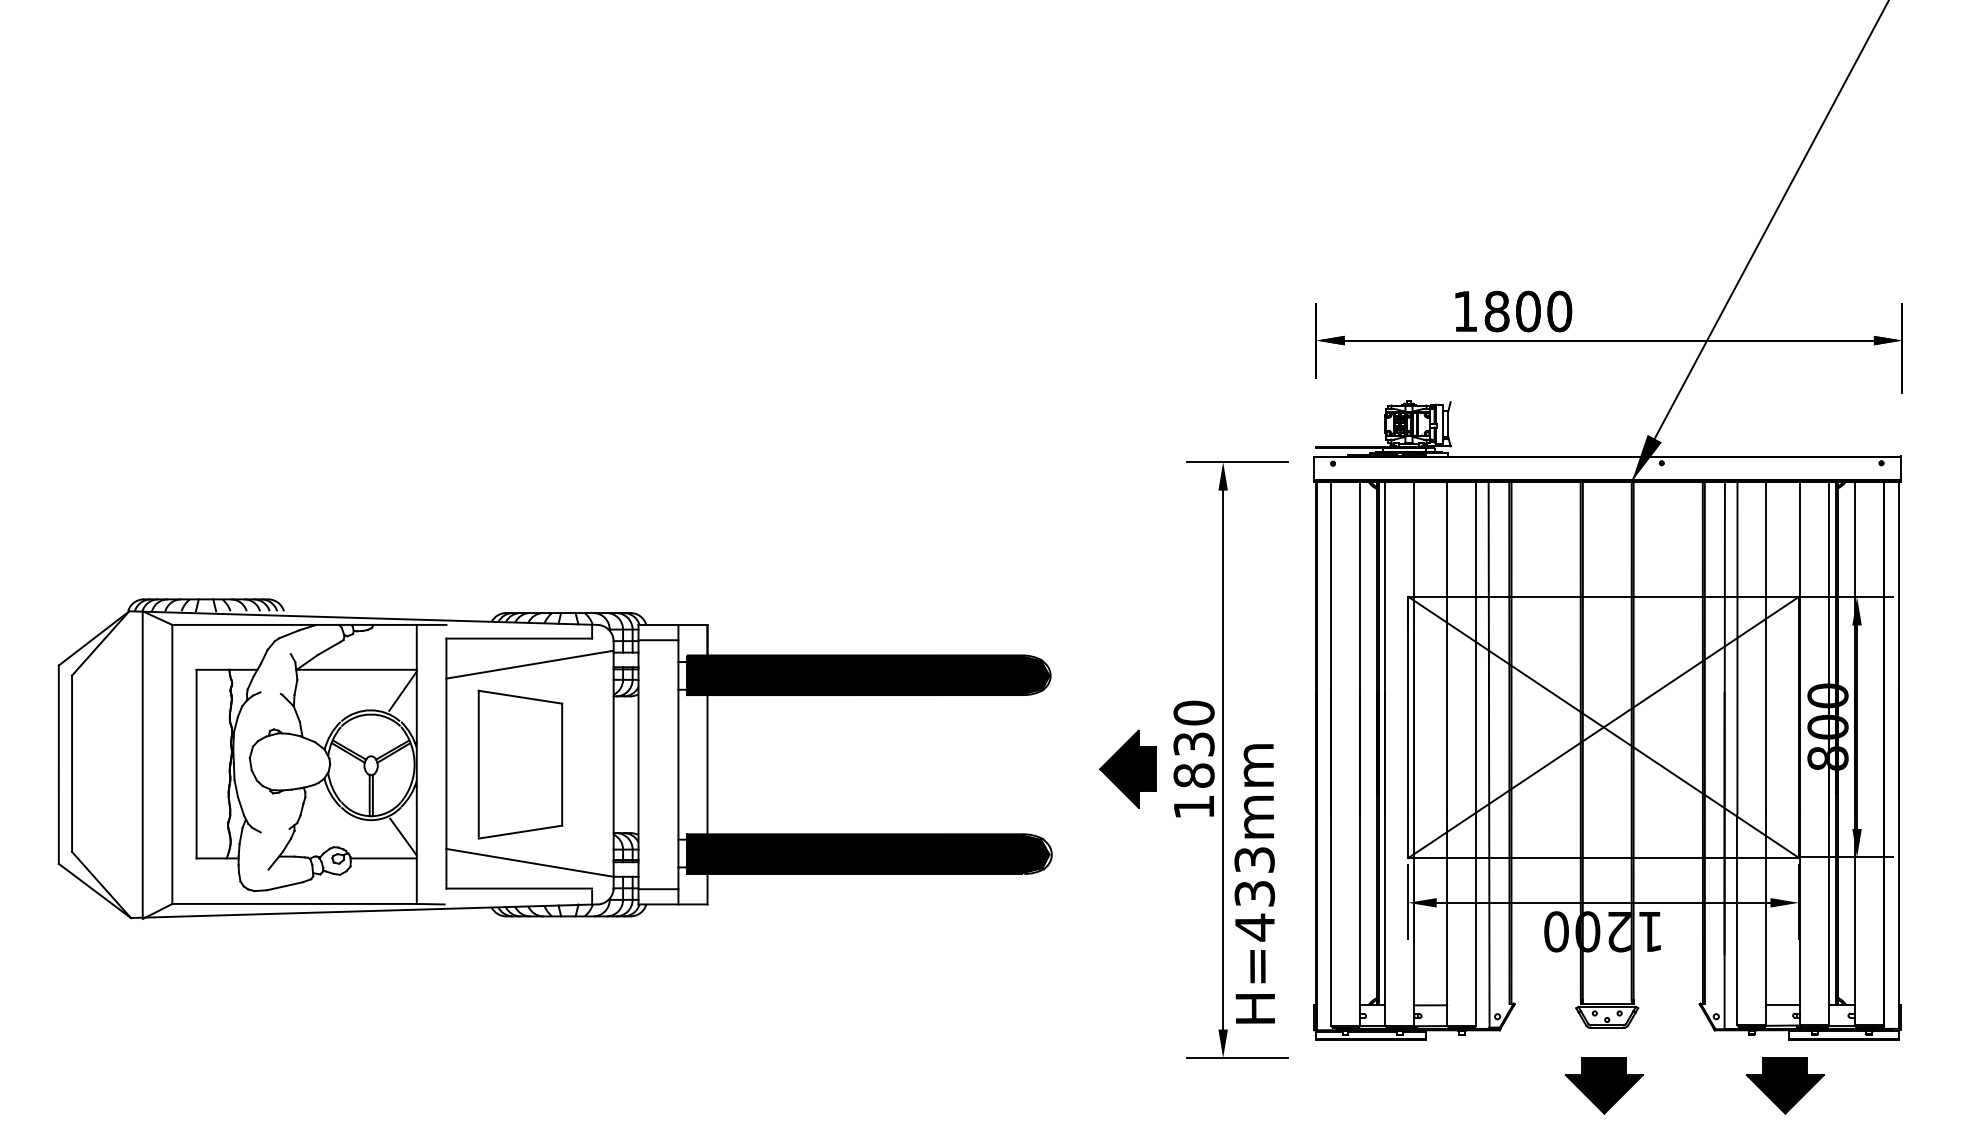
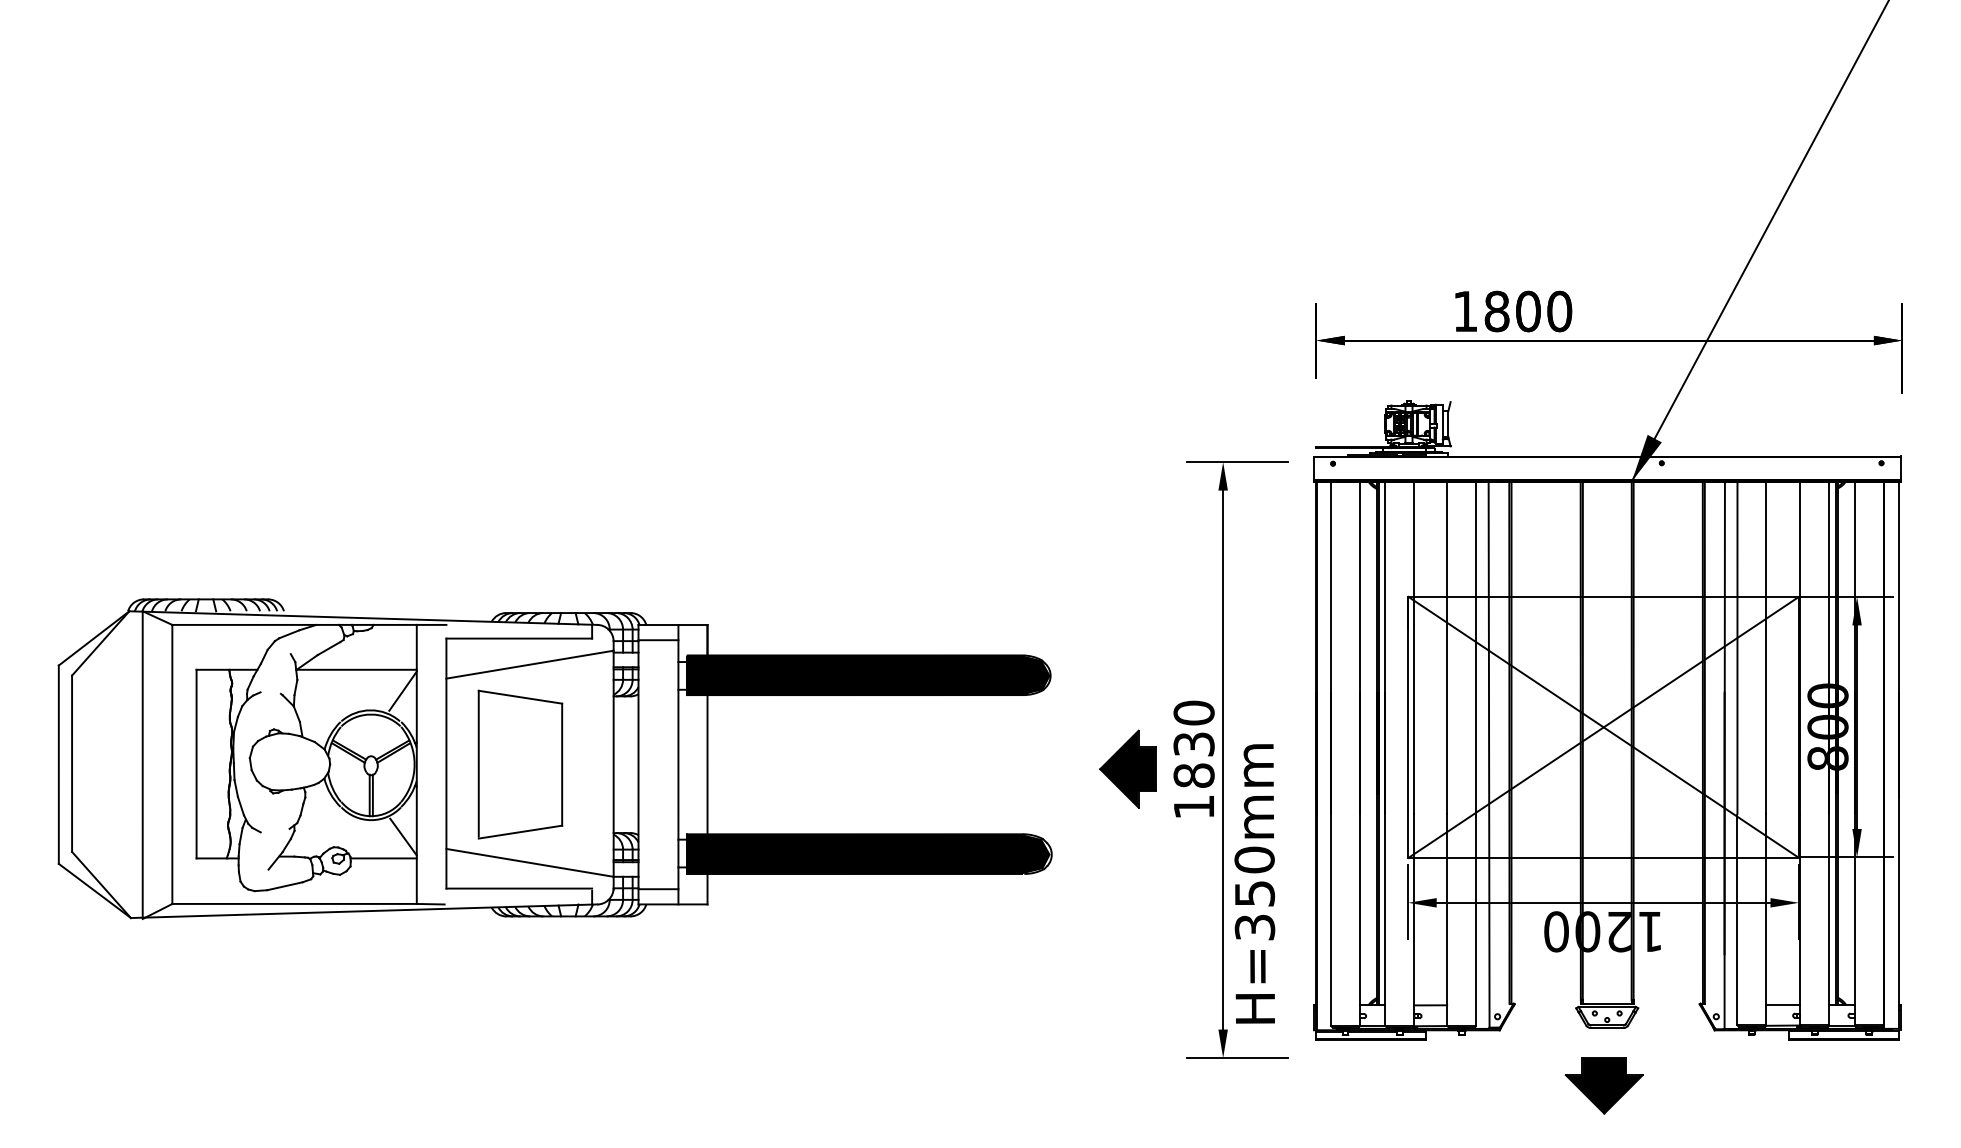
text at (1254, 893): H=433mm -> H=350mm
part at (1784, 1085): present -> none
